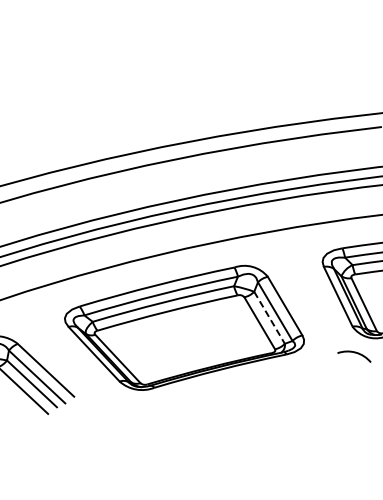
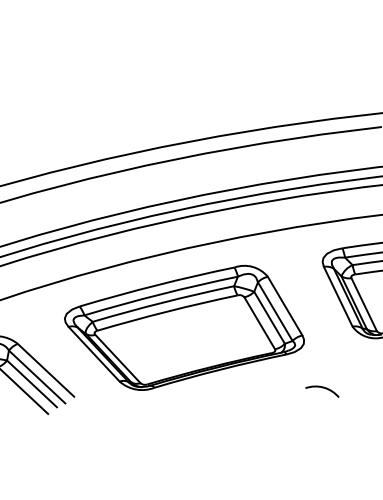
line at (269, 318): dashed -> solid
arc at (354, 353) position: (354, 353) -> (322, 388)
